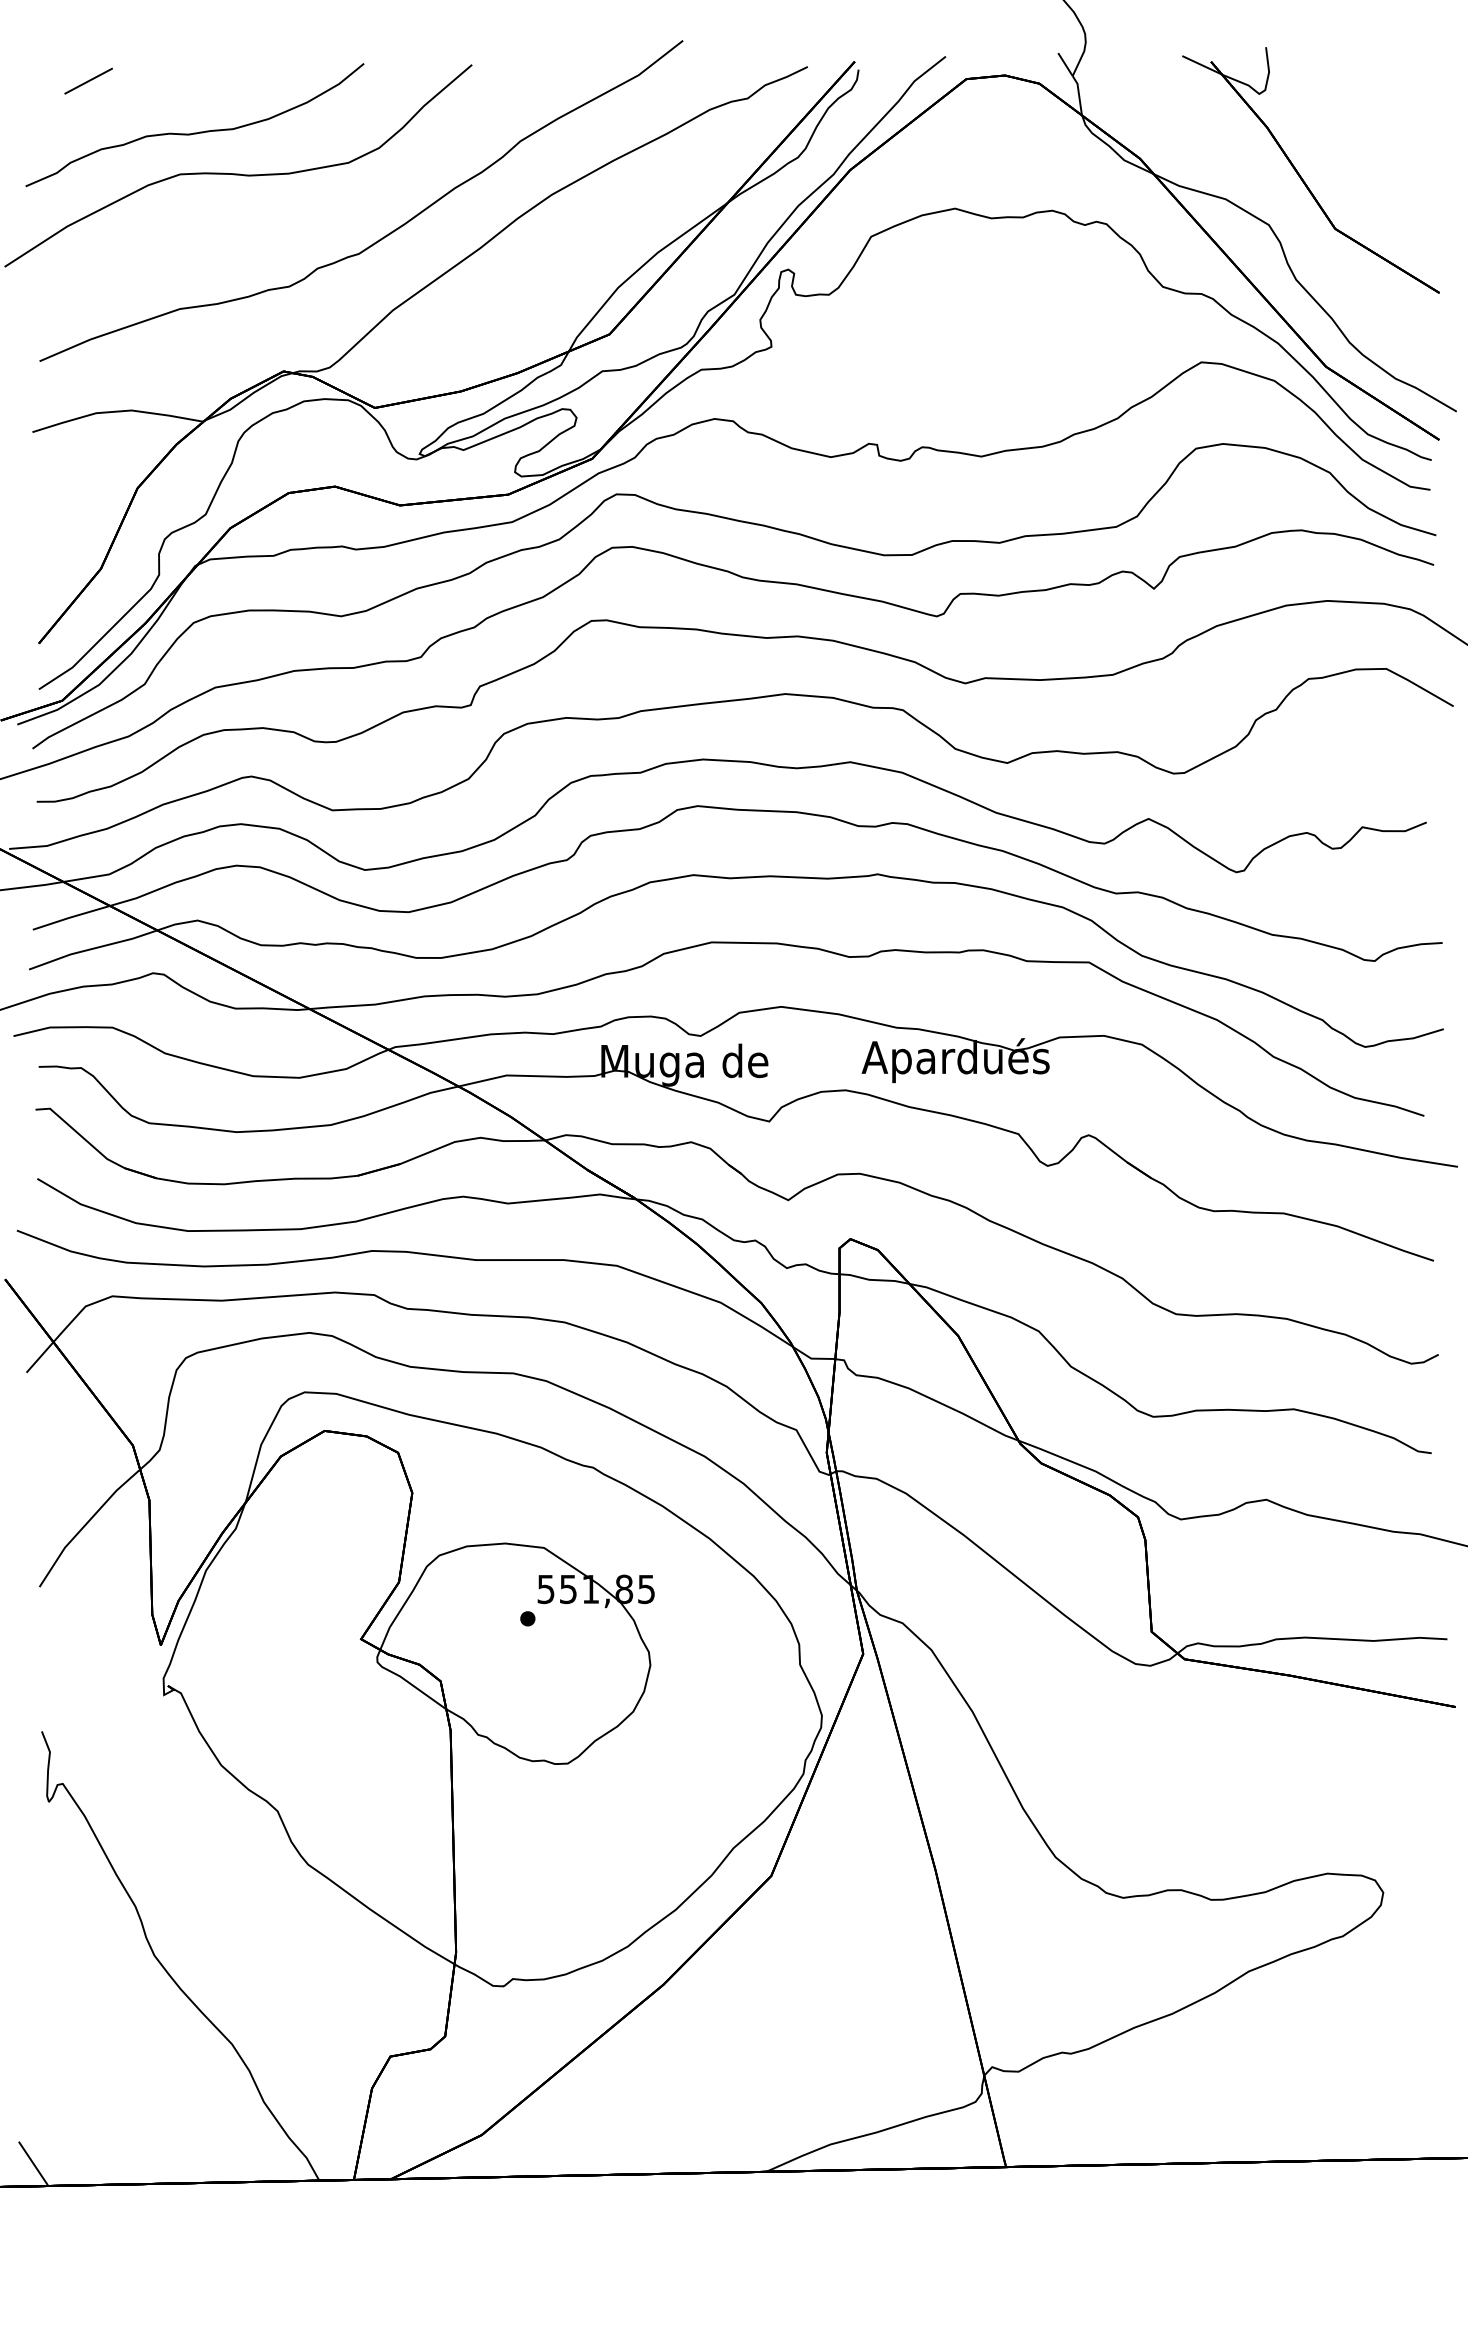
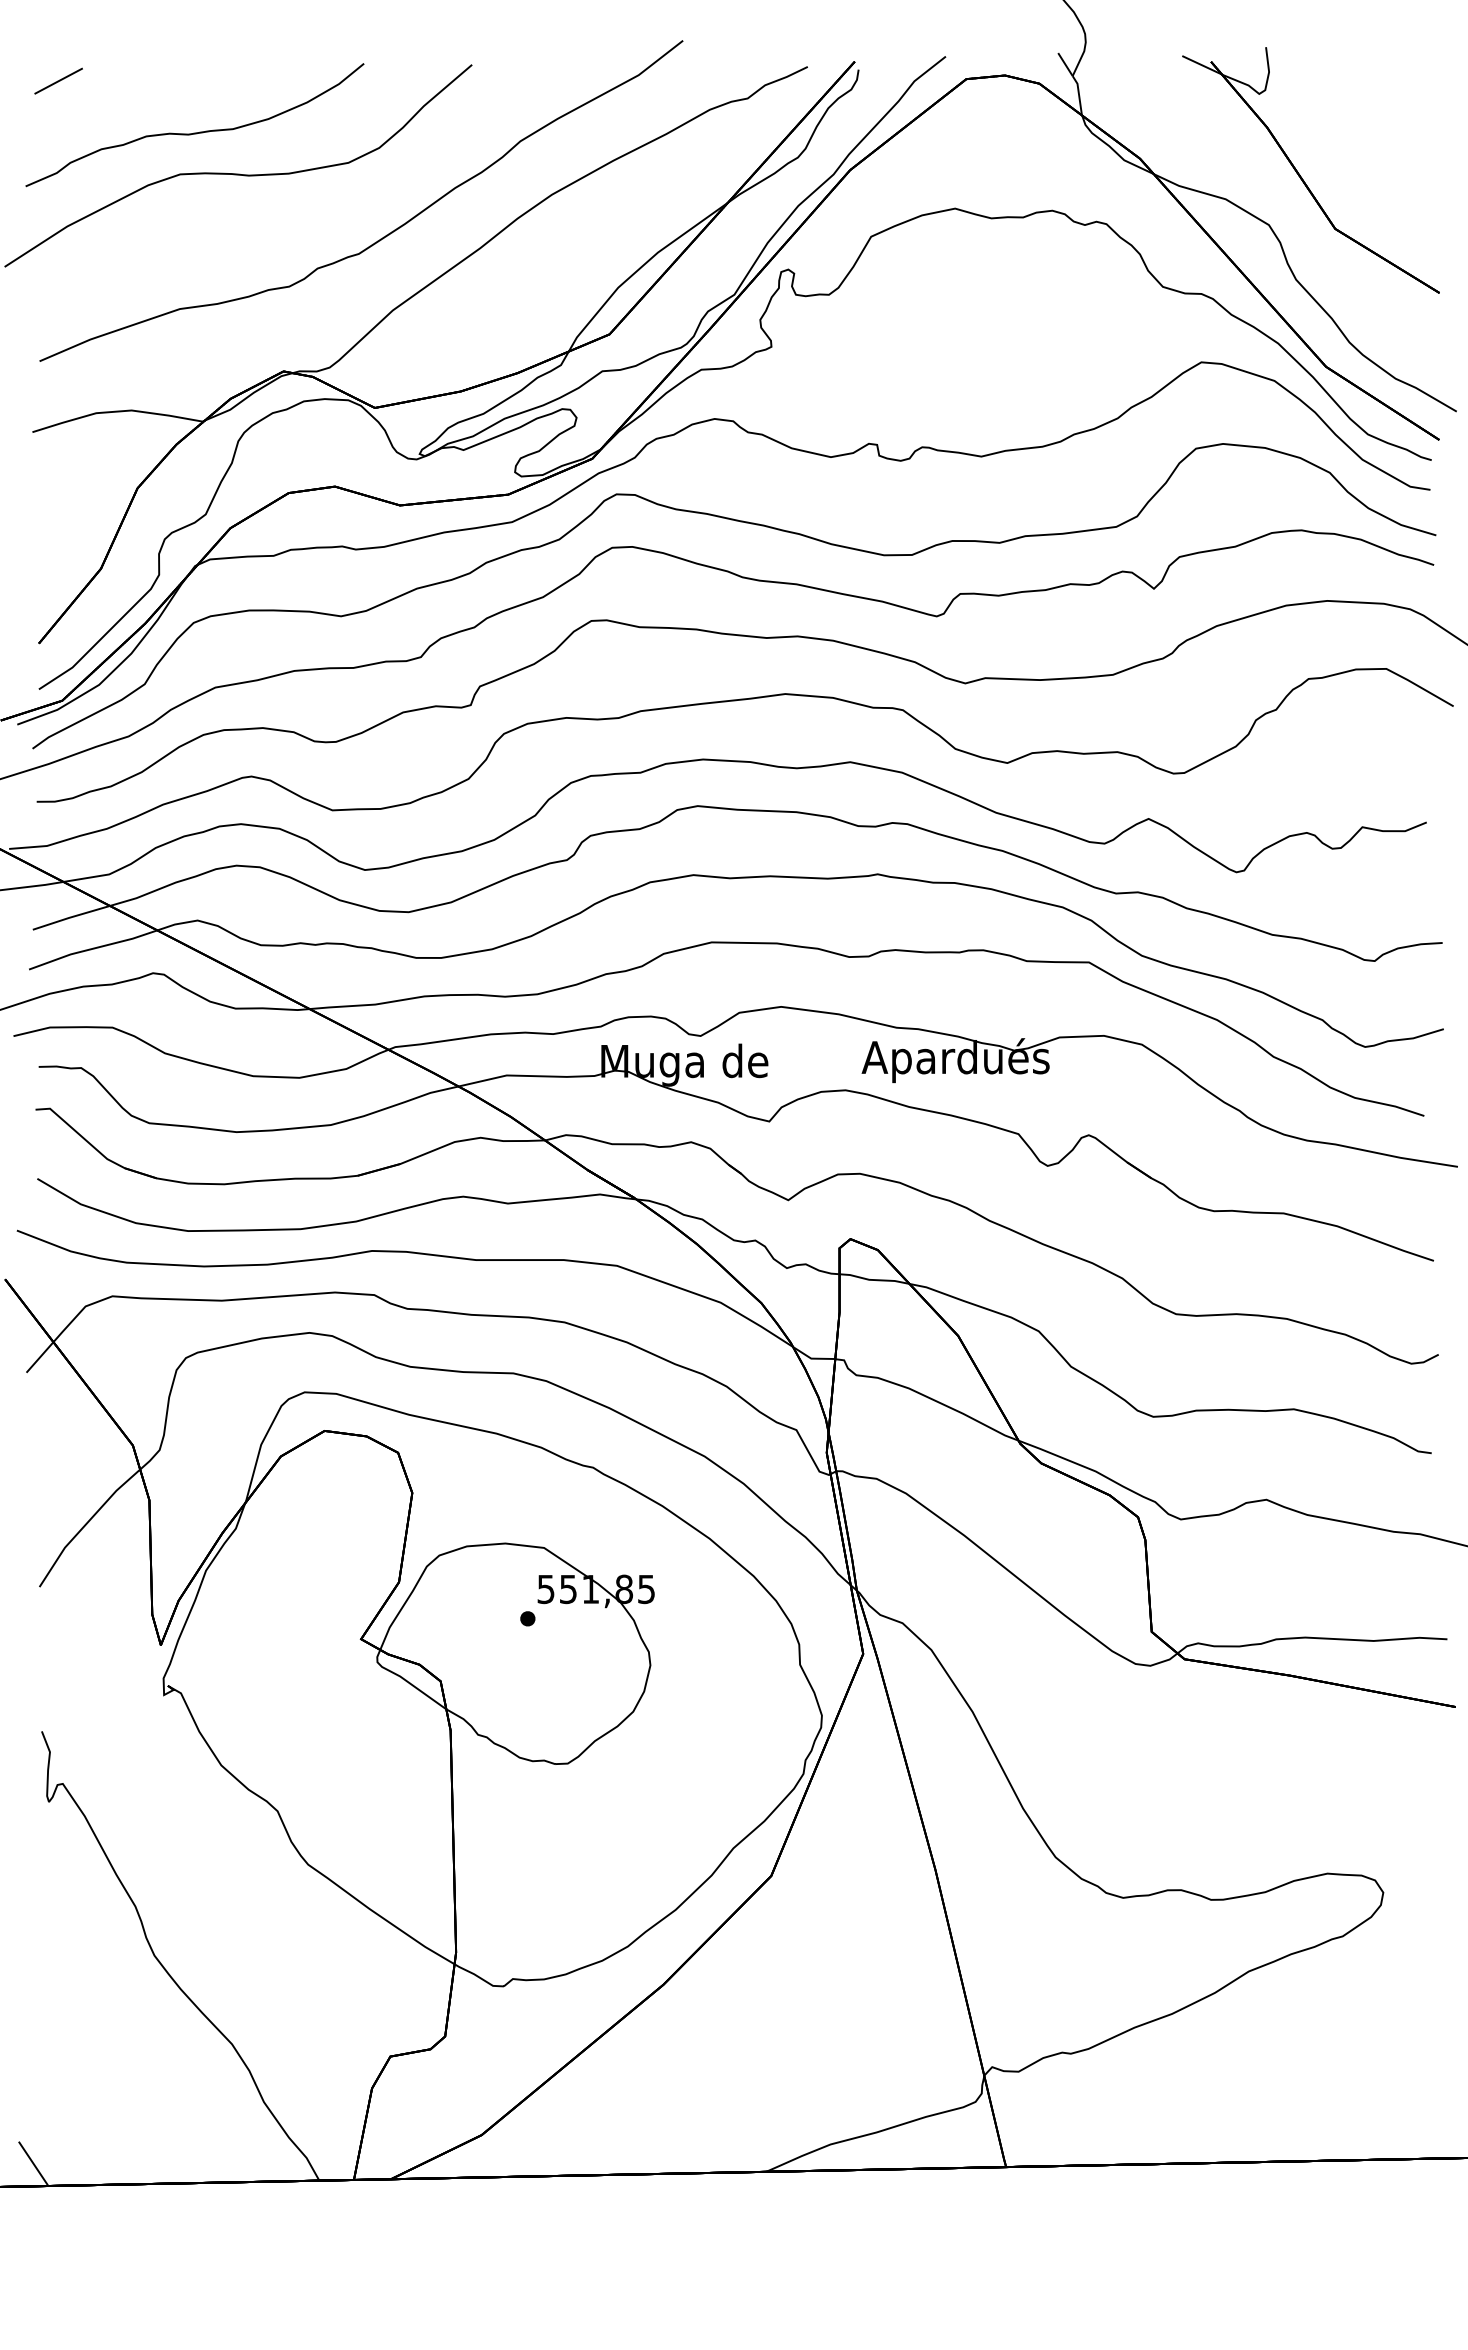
line at (88, 80) position: (88, 80) -> (58, 80)
